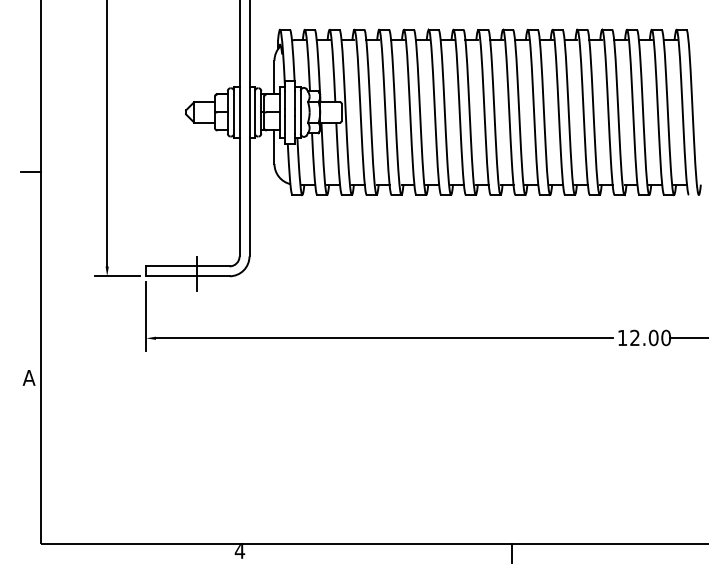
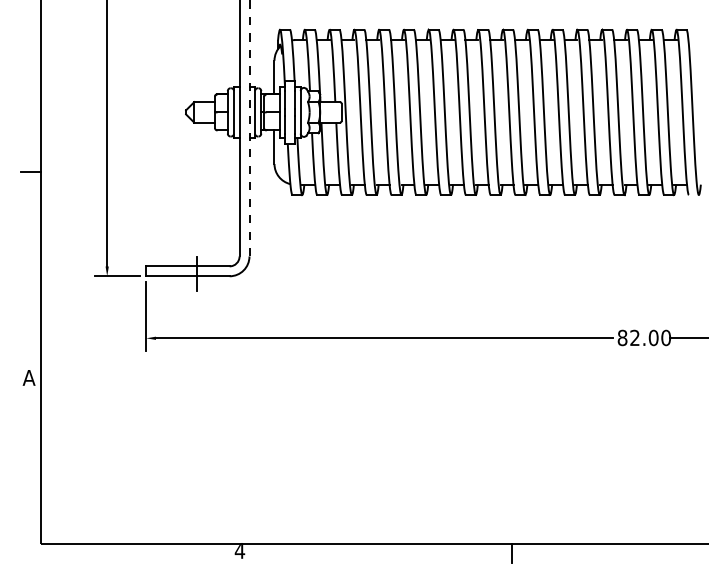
line at (249, 128): solid -> dashed
text at (622, 337): 12.00 -> 82.00
